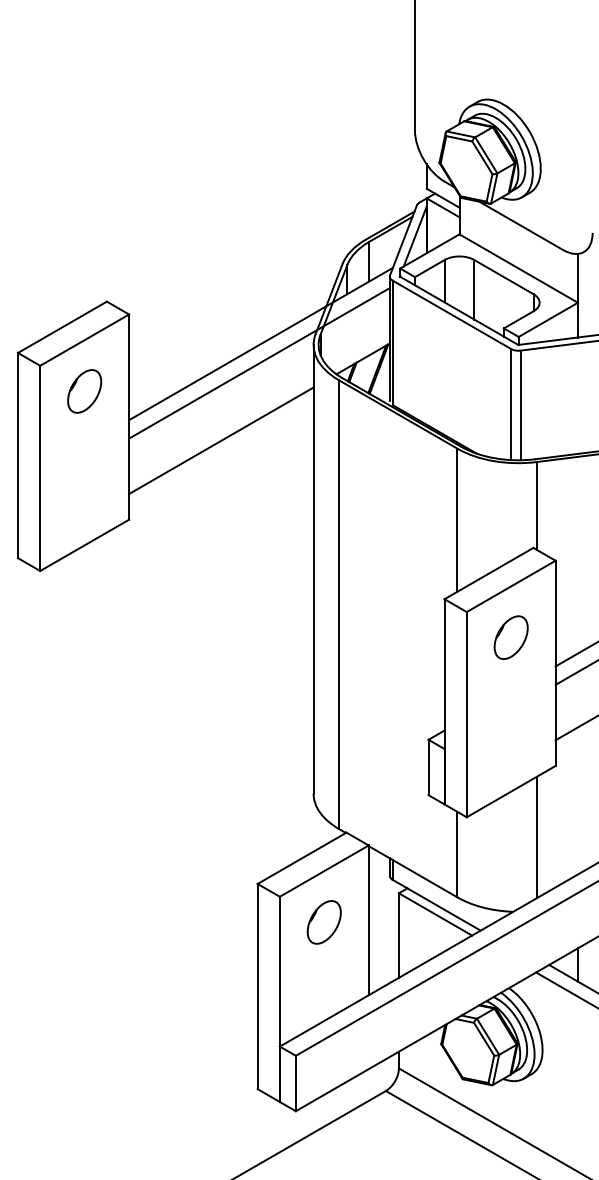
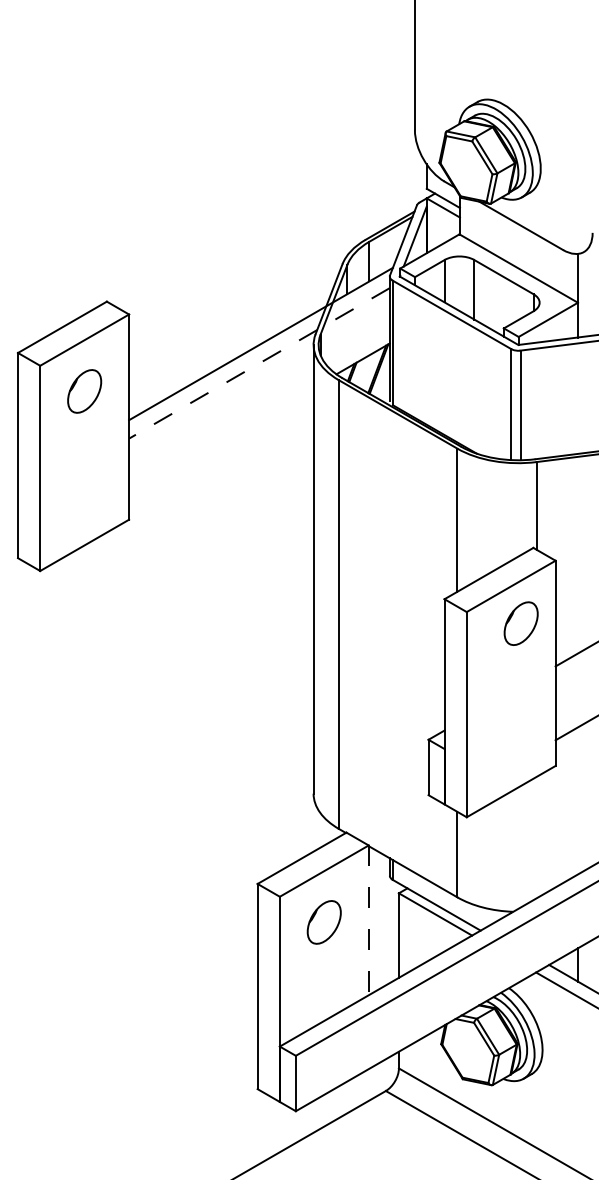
line at (259, 363): solid -> dashed
line at (221, 440): present -> none
part at (510, 637) position: (510, 637) -> (520, 623)
line at (575, 672): present -> none
line at (536, 837): present -> none
line at (368, 920): solid -> dashed
